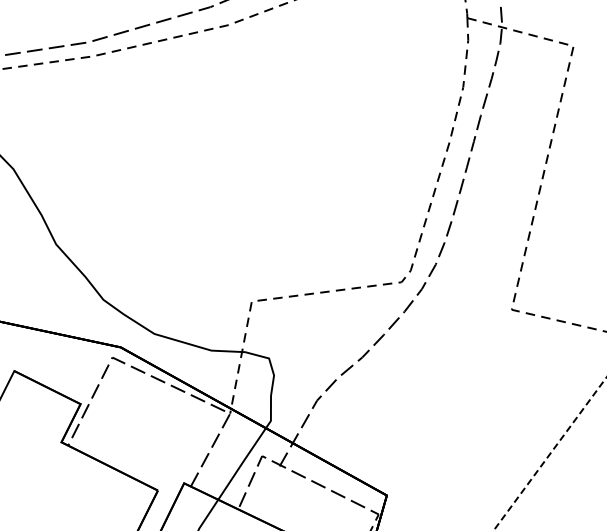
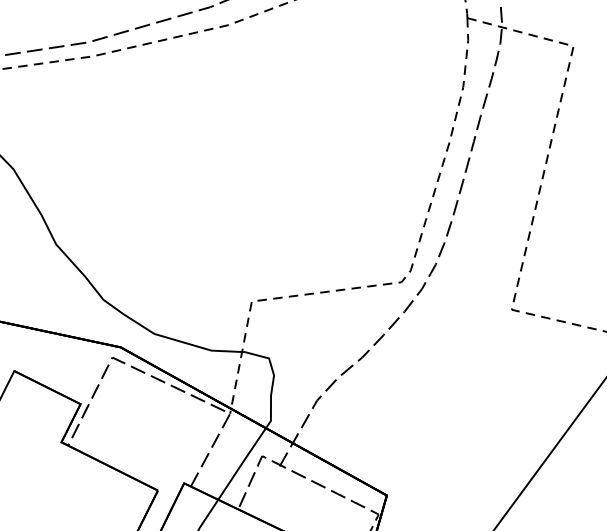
line at (549, 454): dashed -> solid
